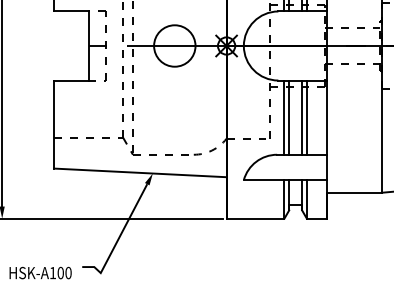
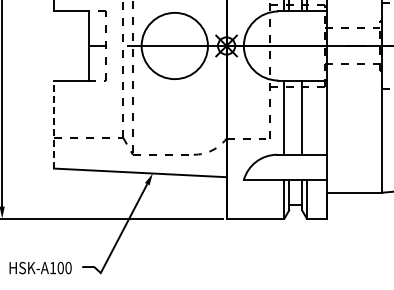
circle at (174, 45) diameter: 41 px -> 66 px
line at (289, 117): present -> none
line at (306, 117): present -> none
line at (53, 124): solid -> dashed
text at (40, 272) position: (40, 272) -> (40, 267)
